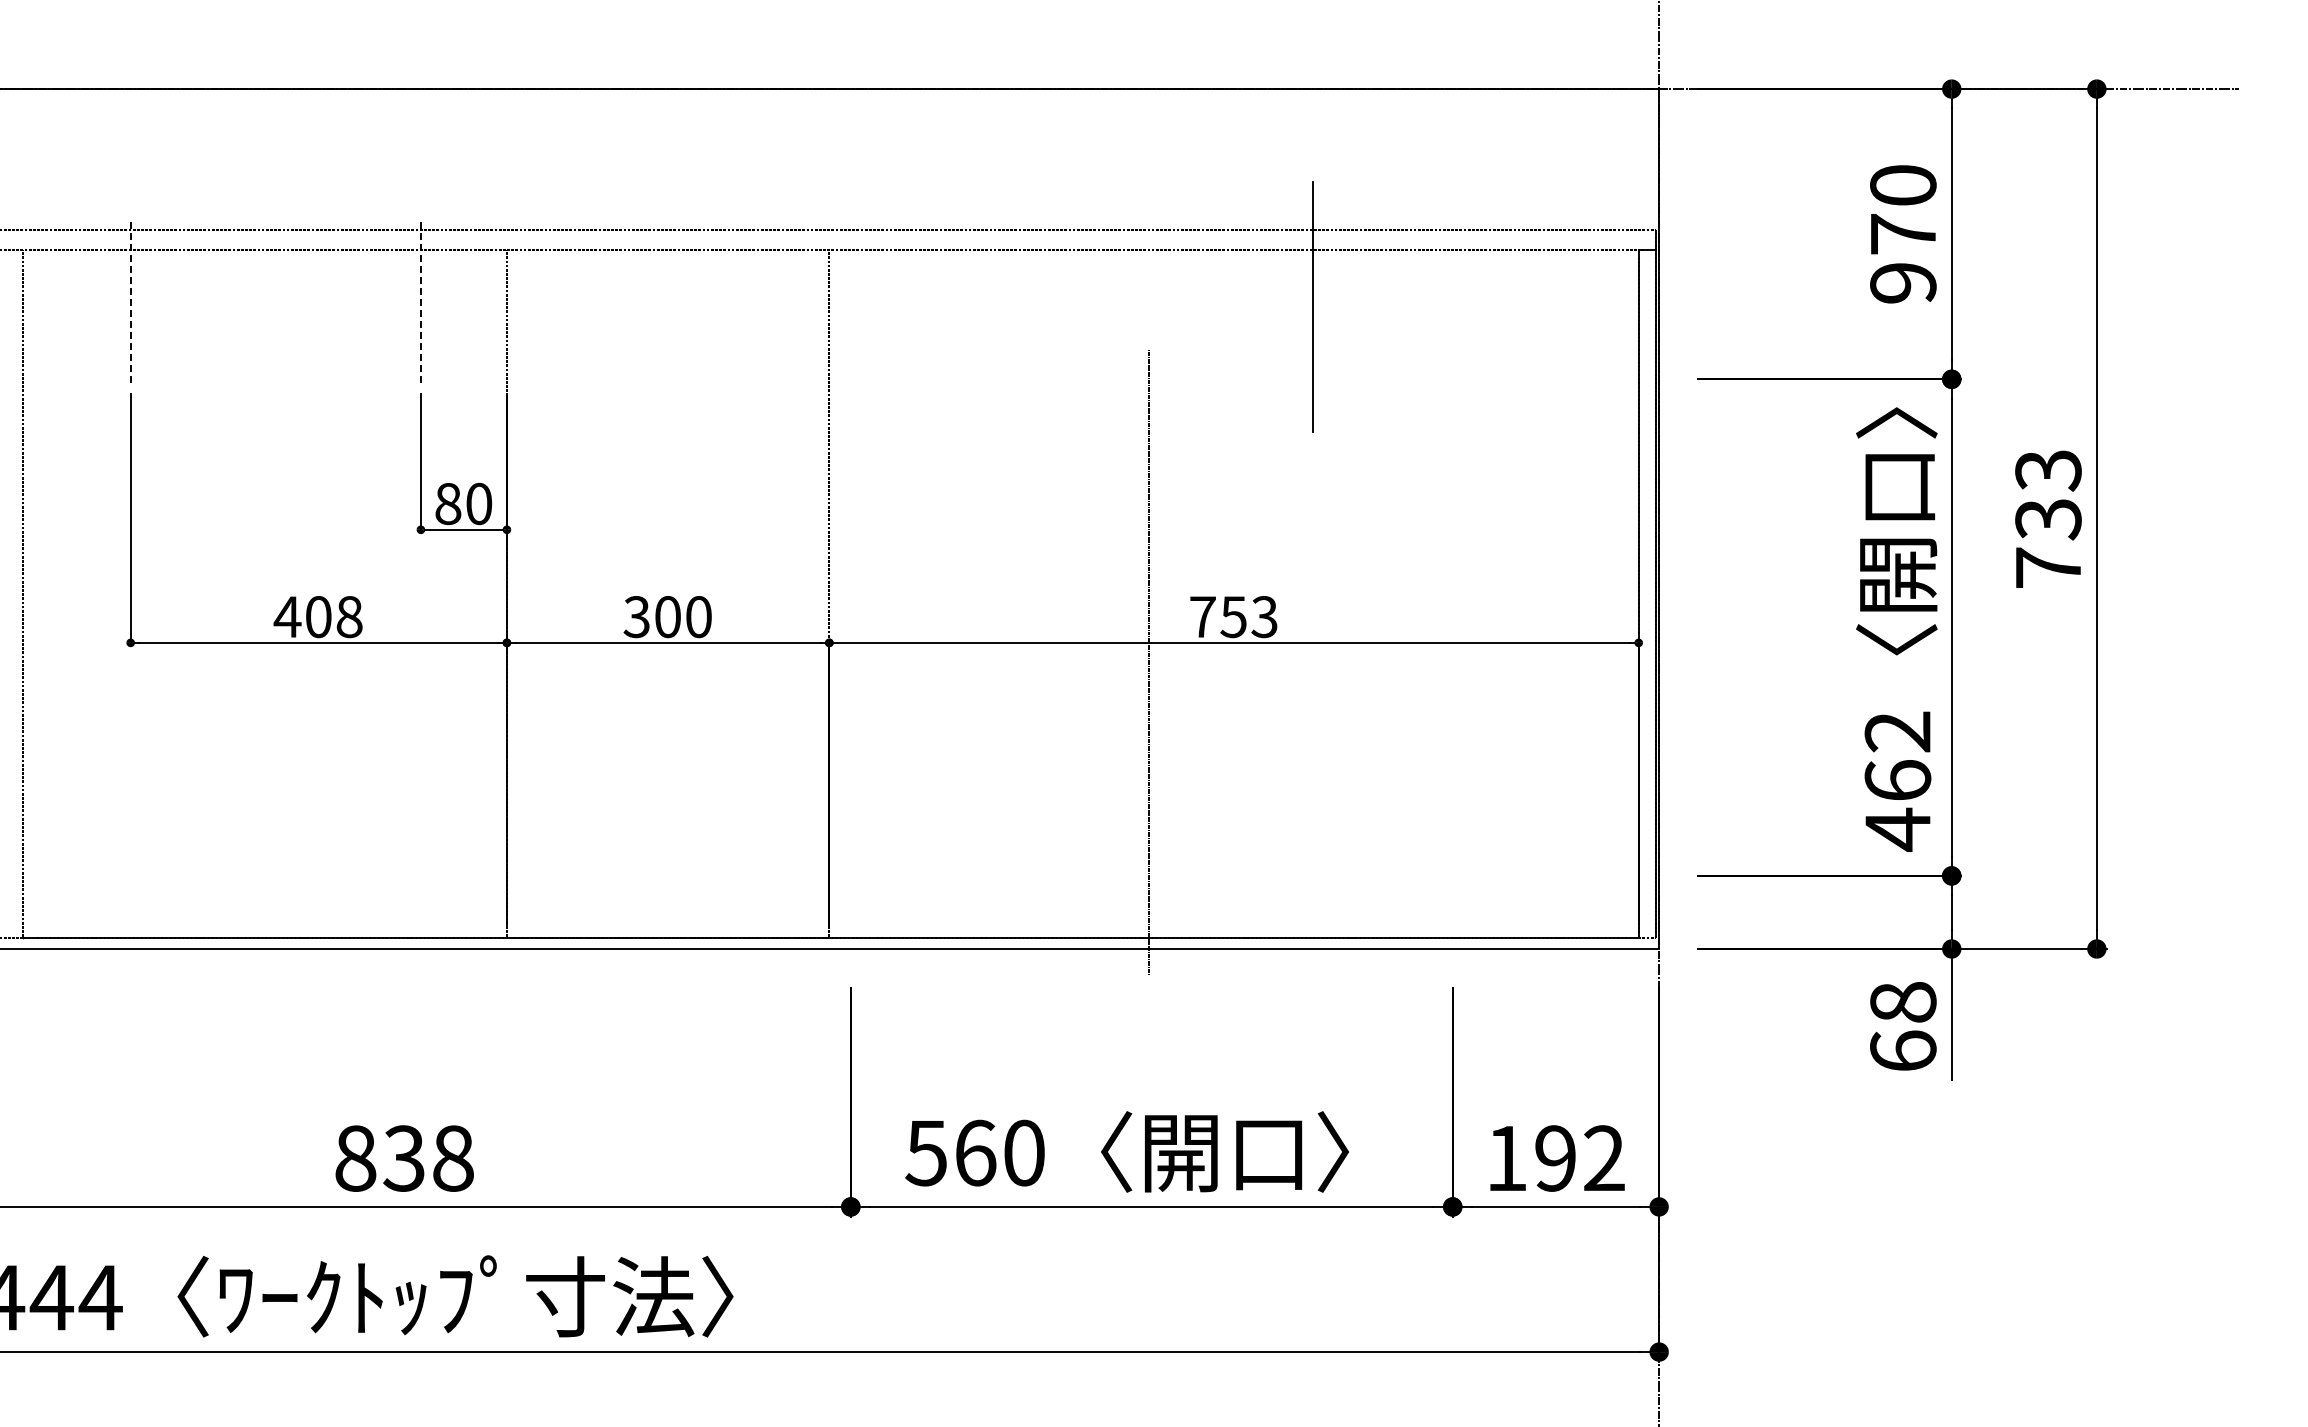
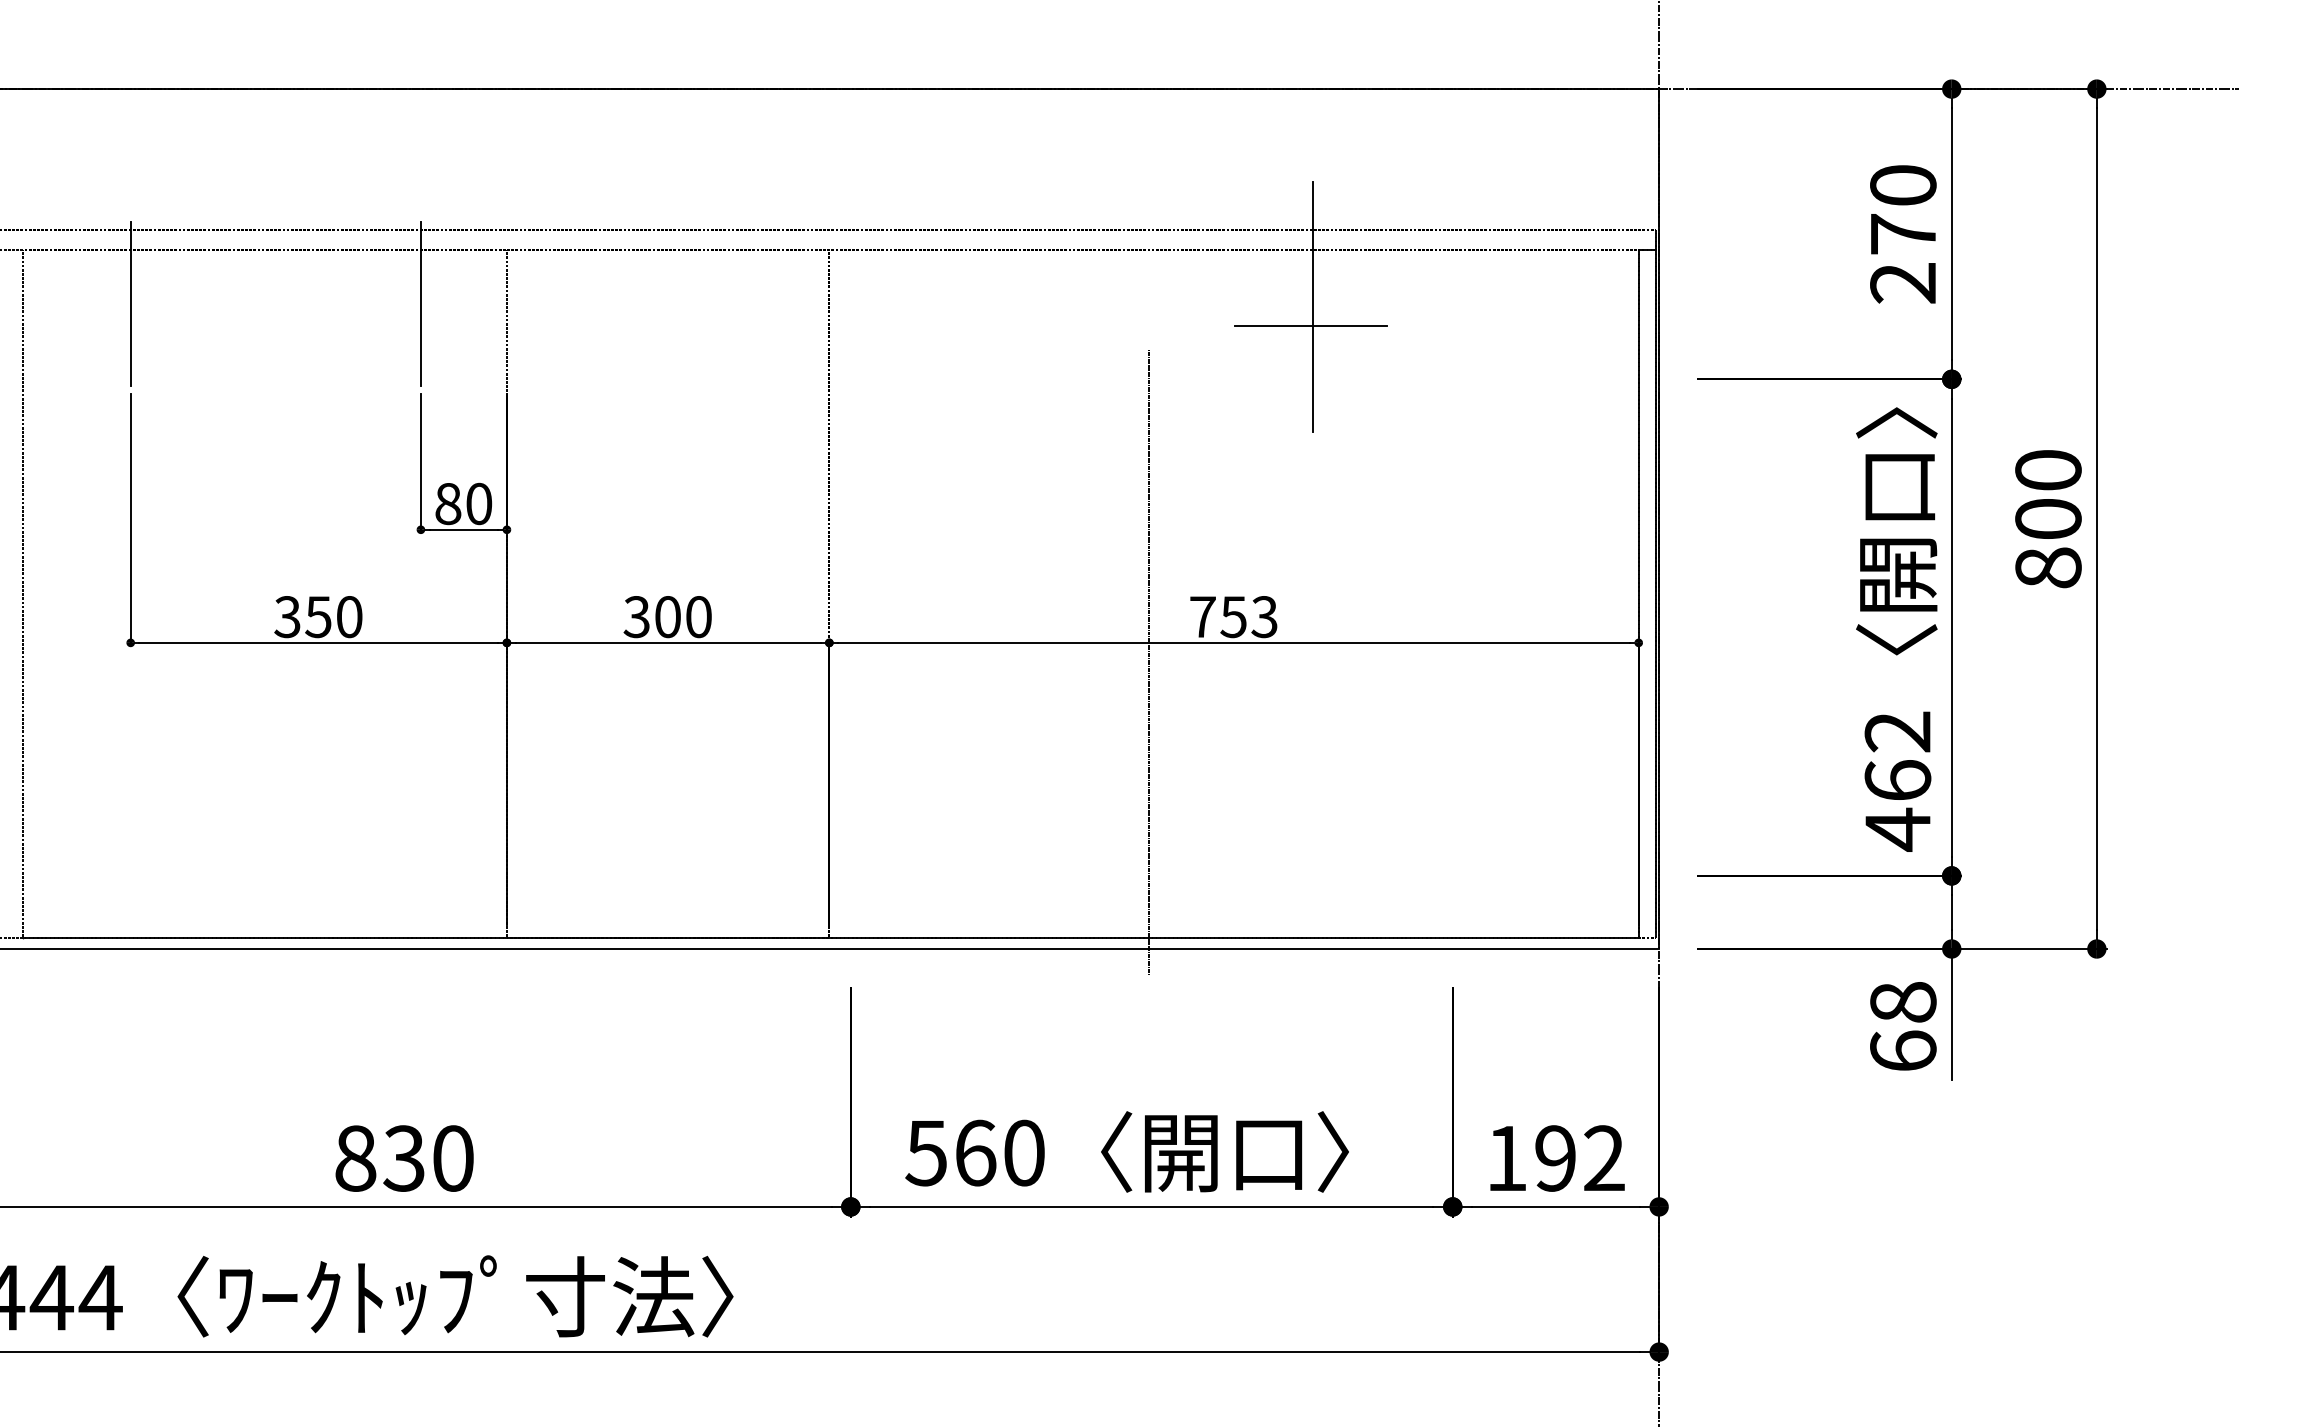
text at (1903, 283): 970 -> 270
line at (130, 304): dashed -> solid
line at (420, 304): dashed -> solid
line at (1311, 325): none -> present
text at (2048, 519): 733 -> 800
text at (317, 617): 408 -> 350
text at (453, 1158): 838 -> 830
